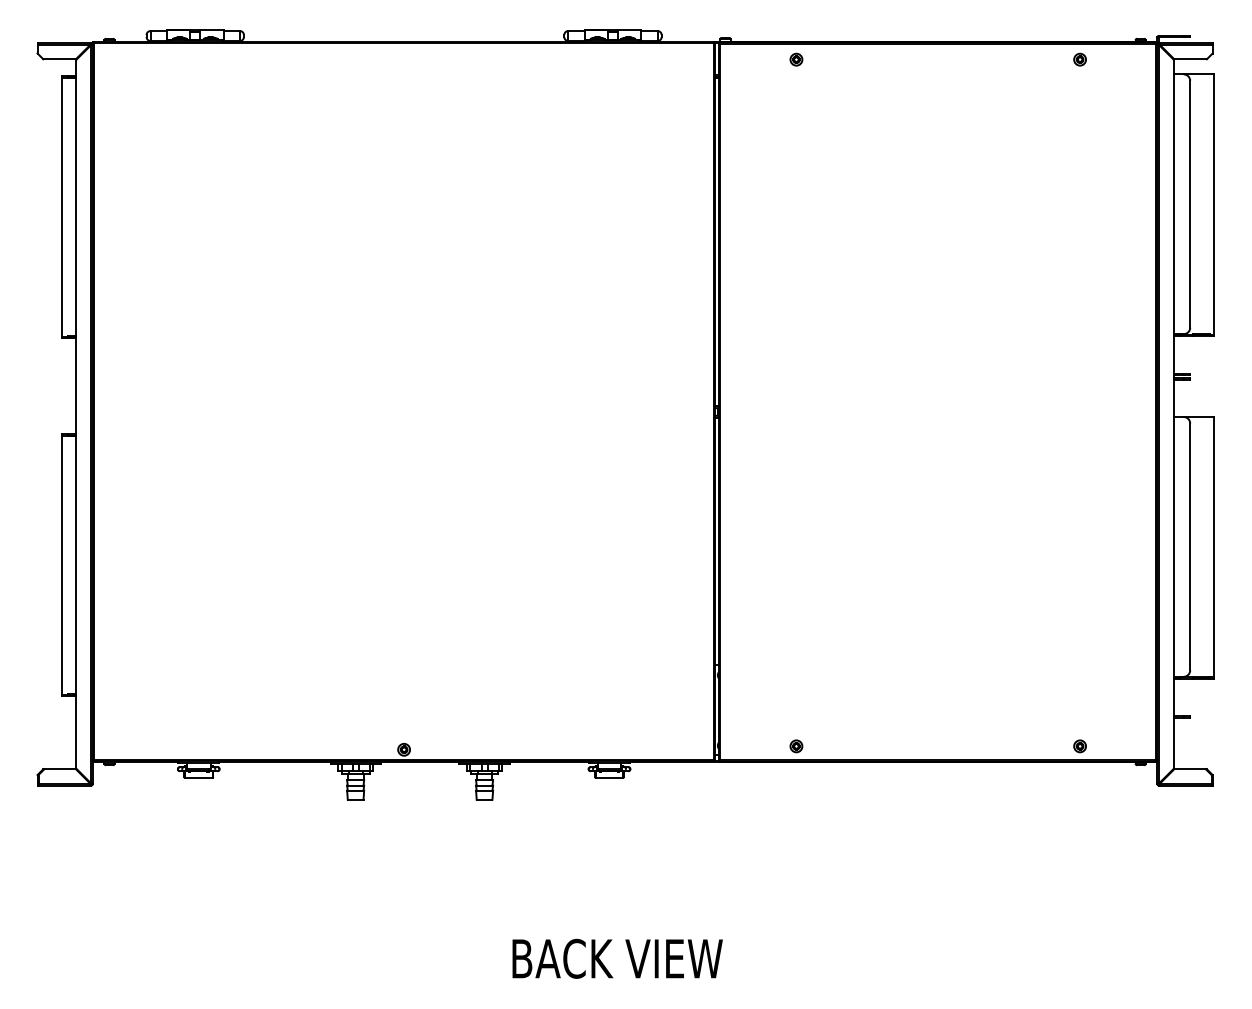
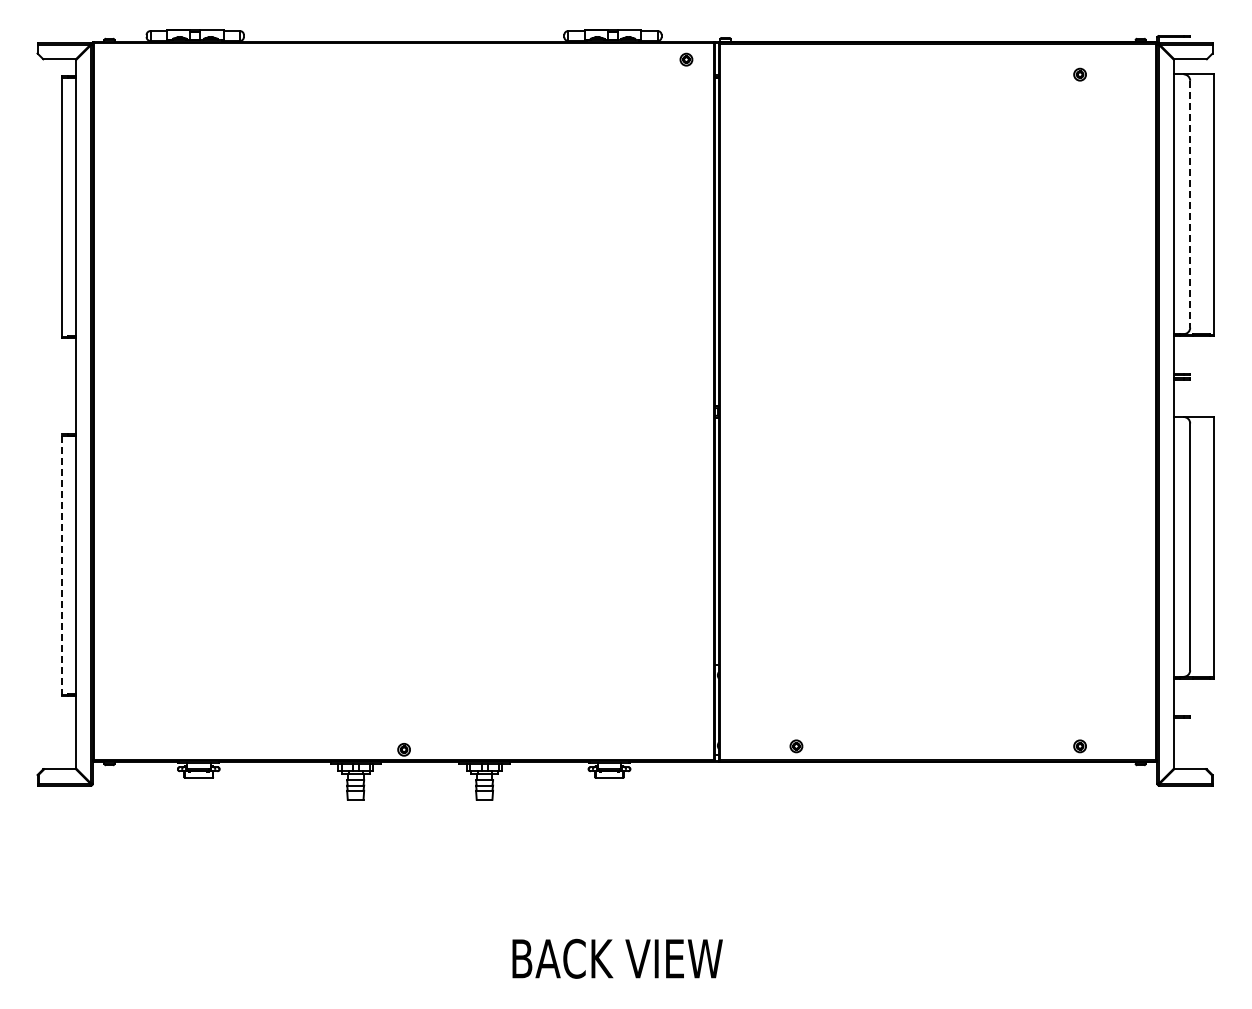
part at (796, 59) position: (796, 59) -> (686, 59)
part at (1079, 59) position: (1079, 59) -> (1079, 74)
line at (1190, 204): solid -> dashed
line at (61, 565): solid -> dashed
